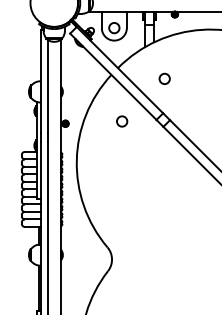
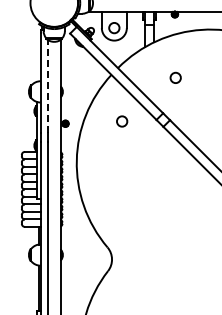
circle at (164, 78) position: (164, 78) -> (175, 77)
line at (48, 85): solid -> dashed
